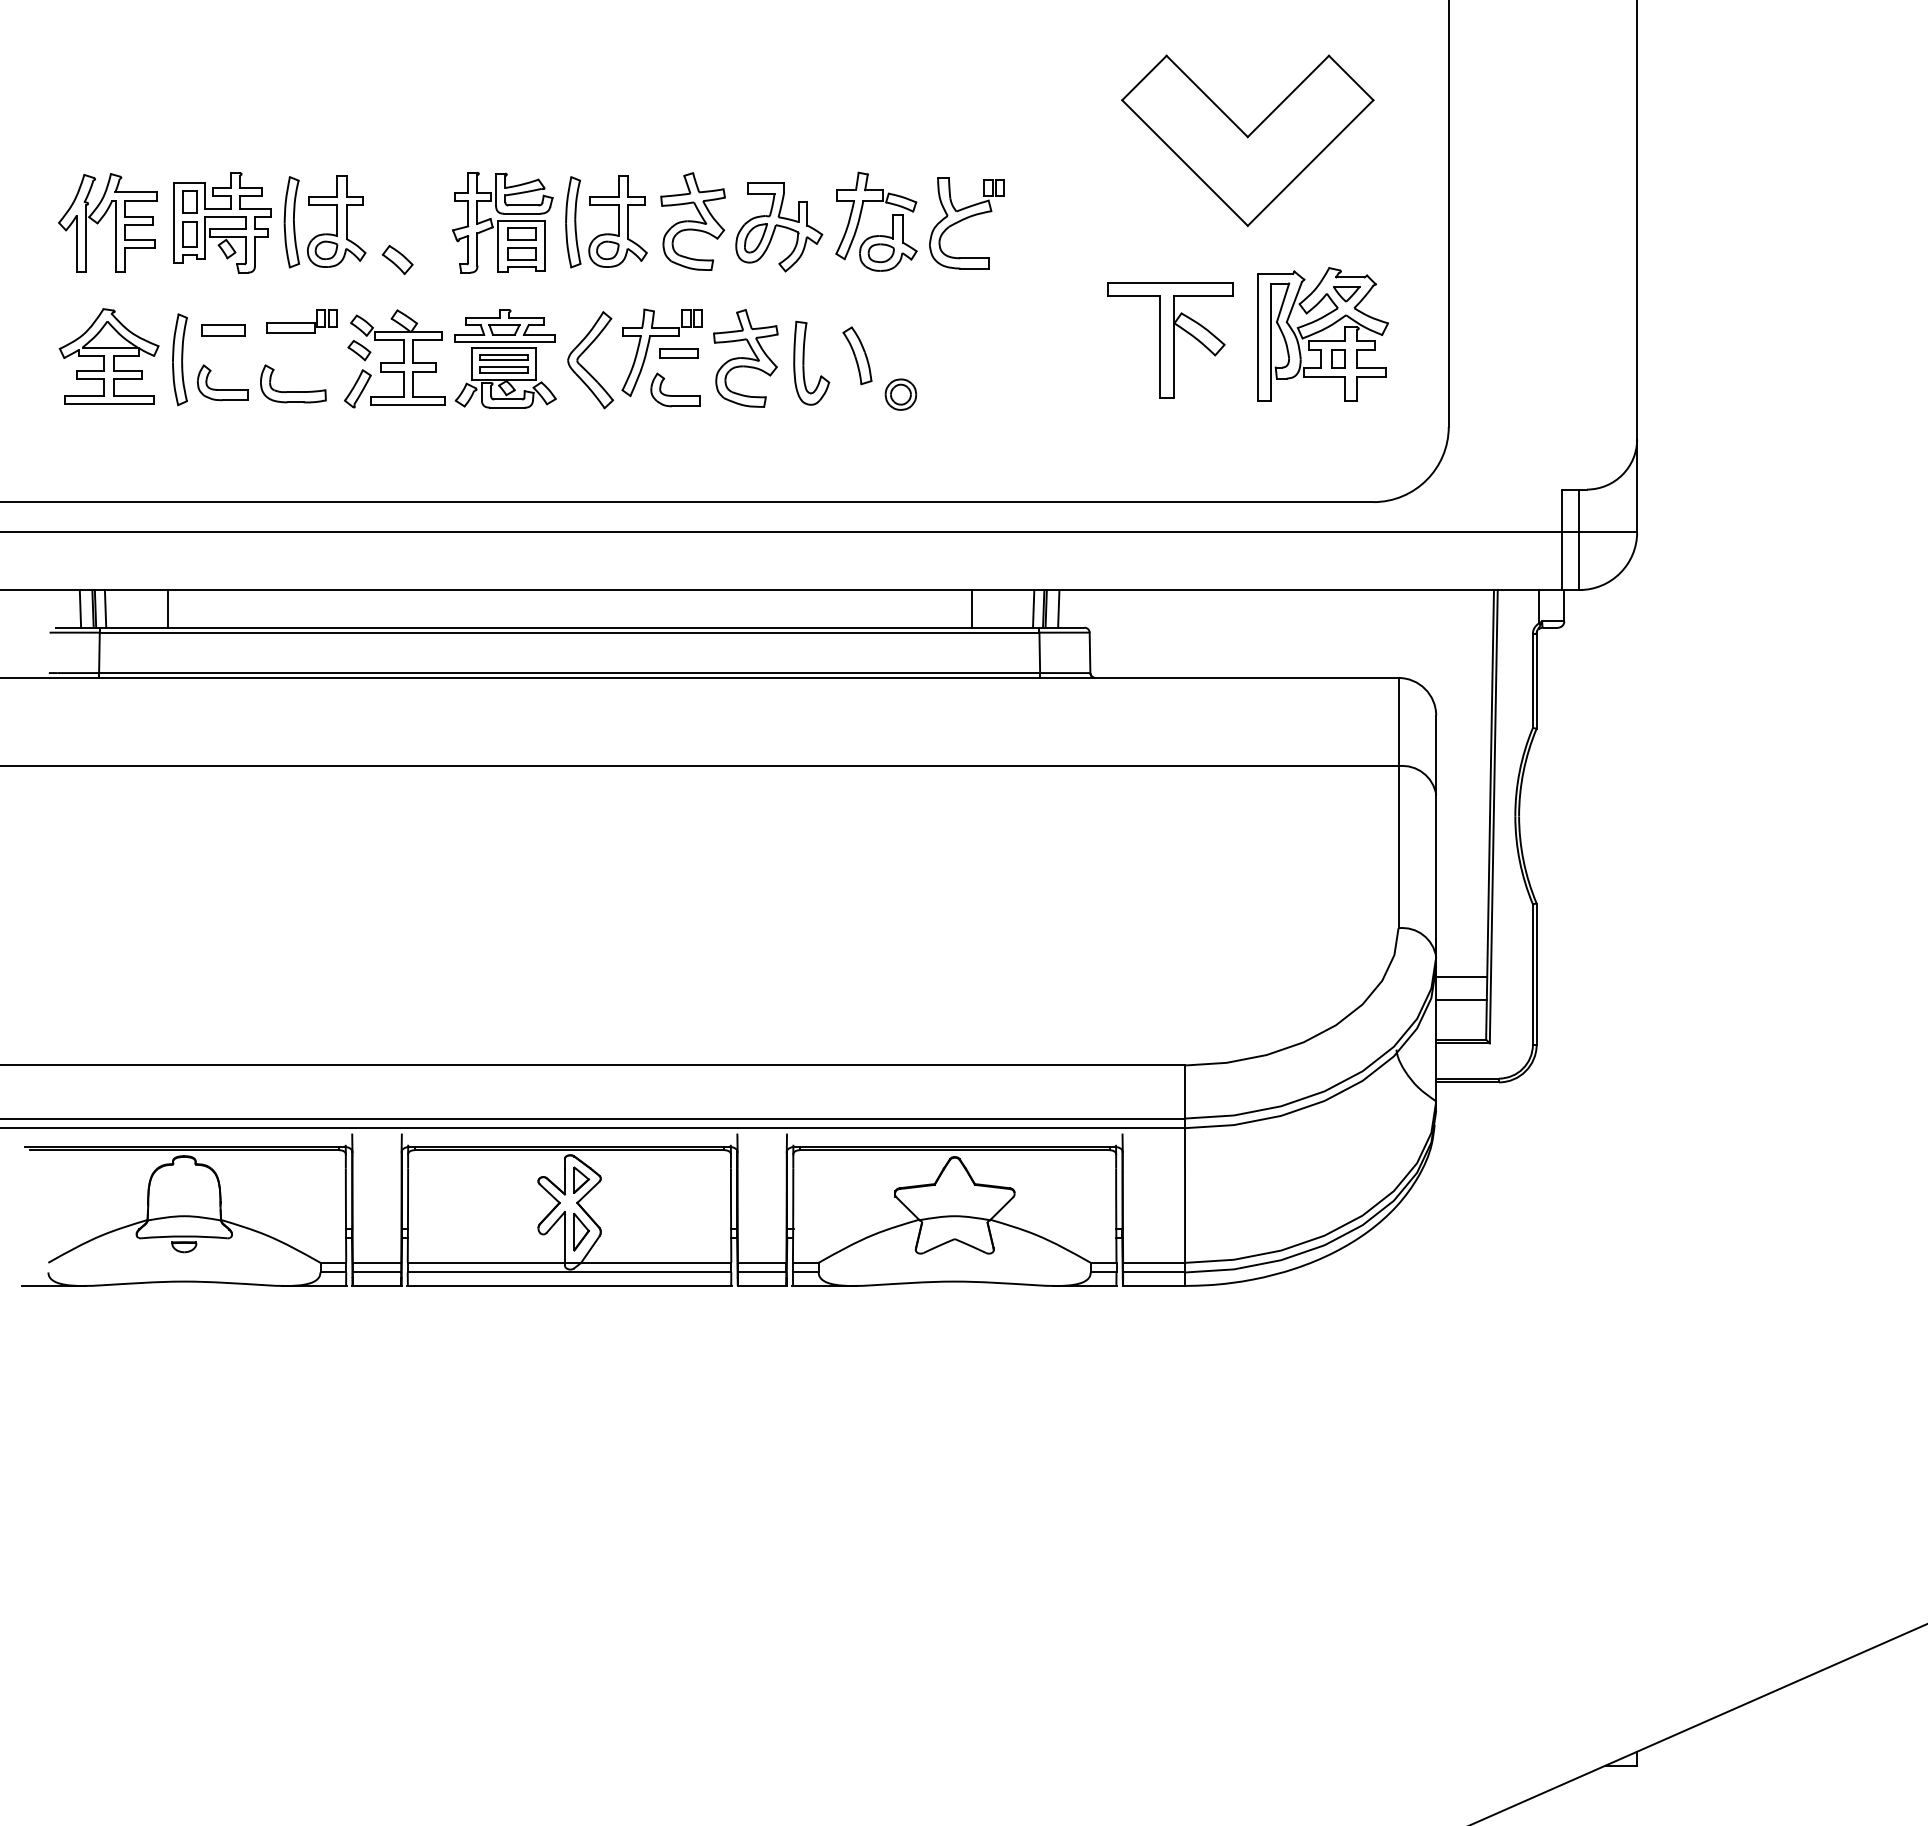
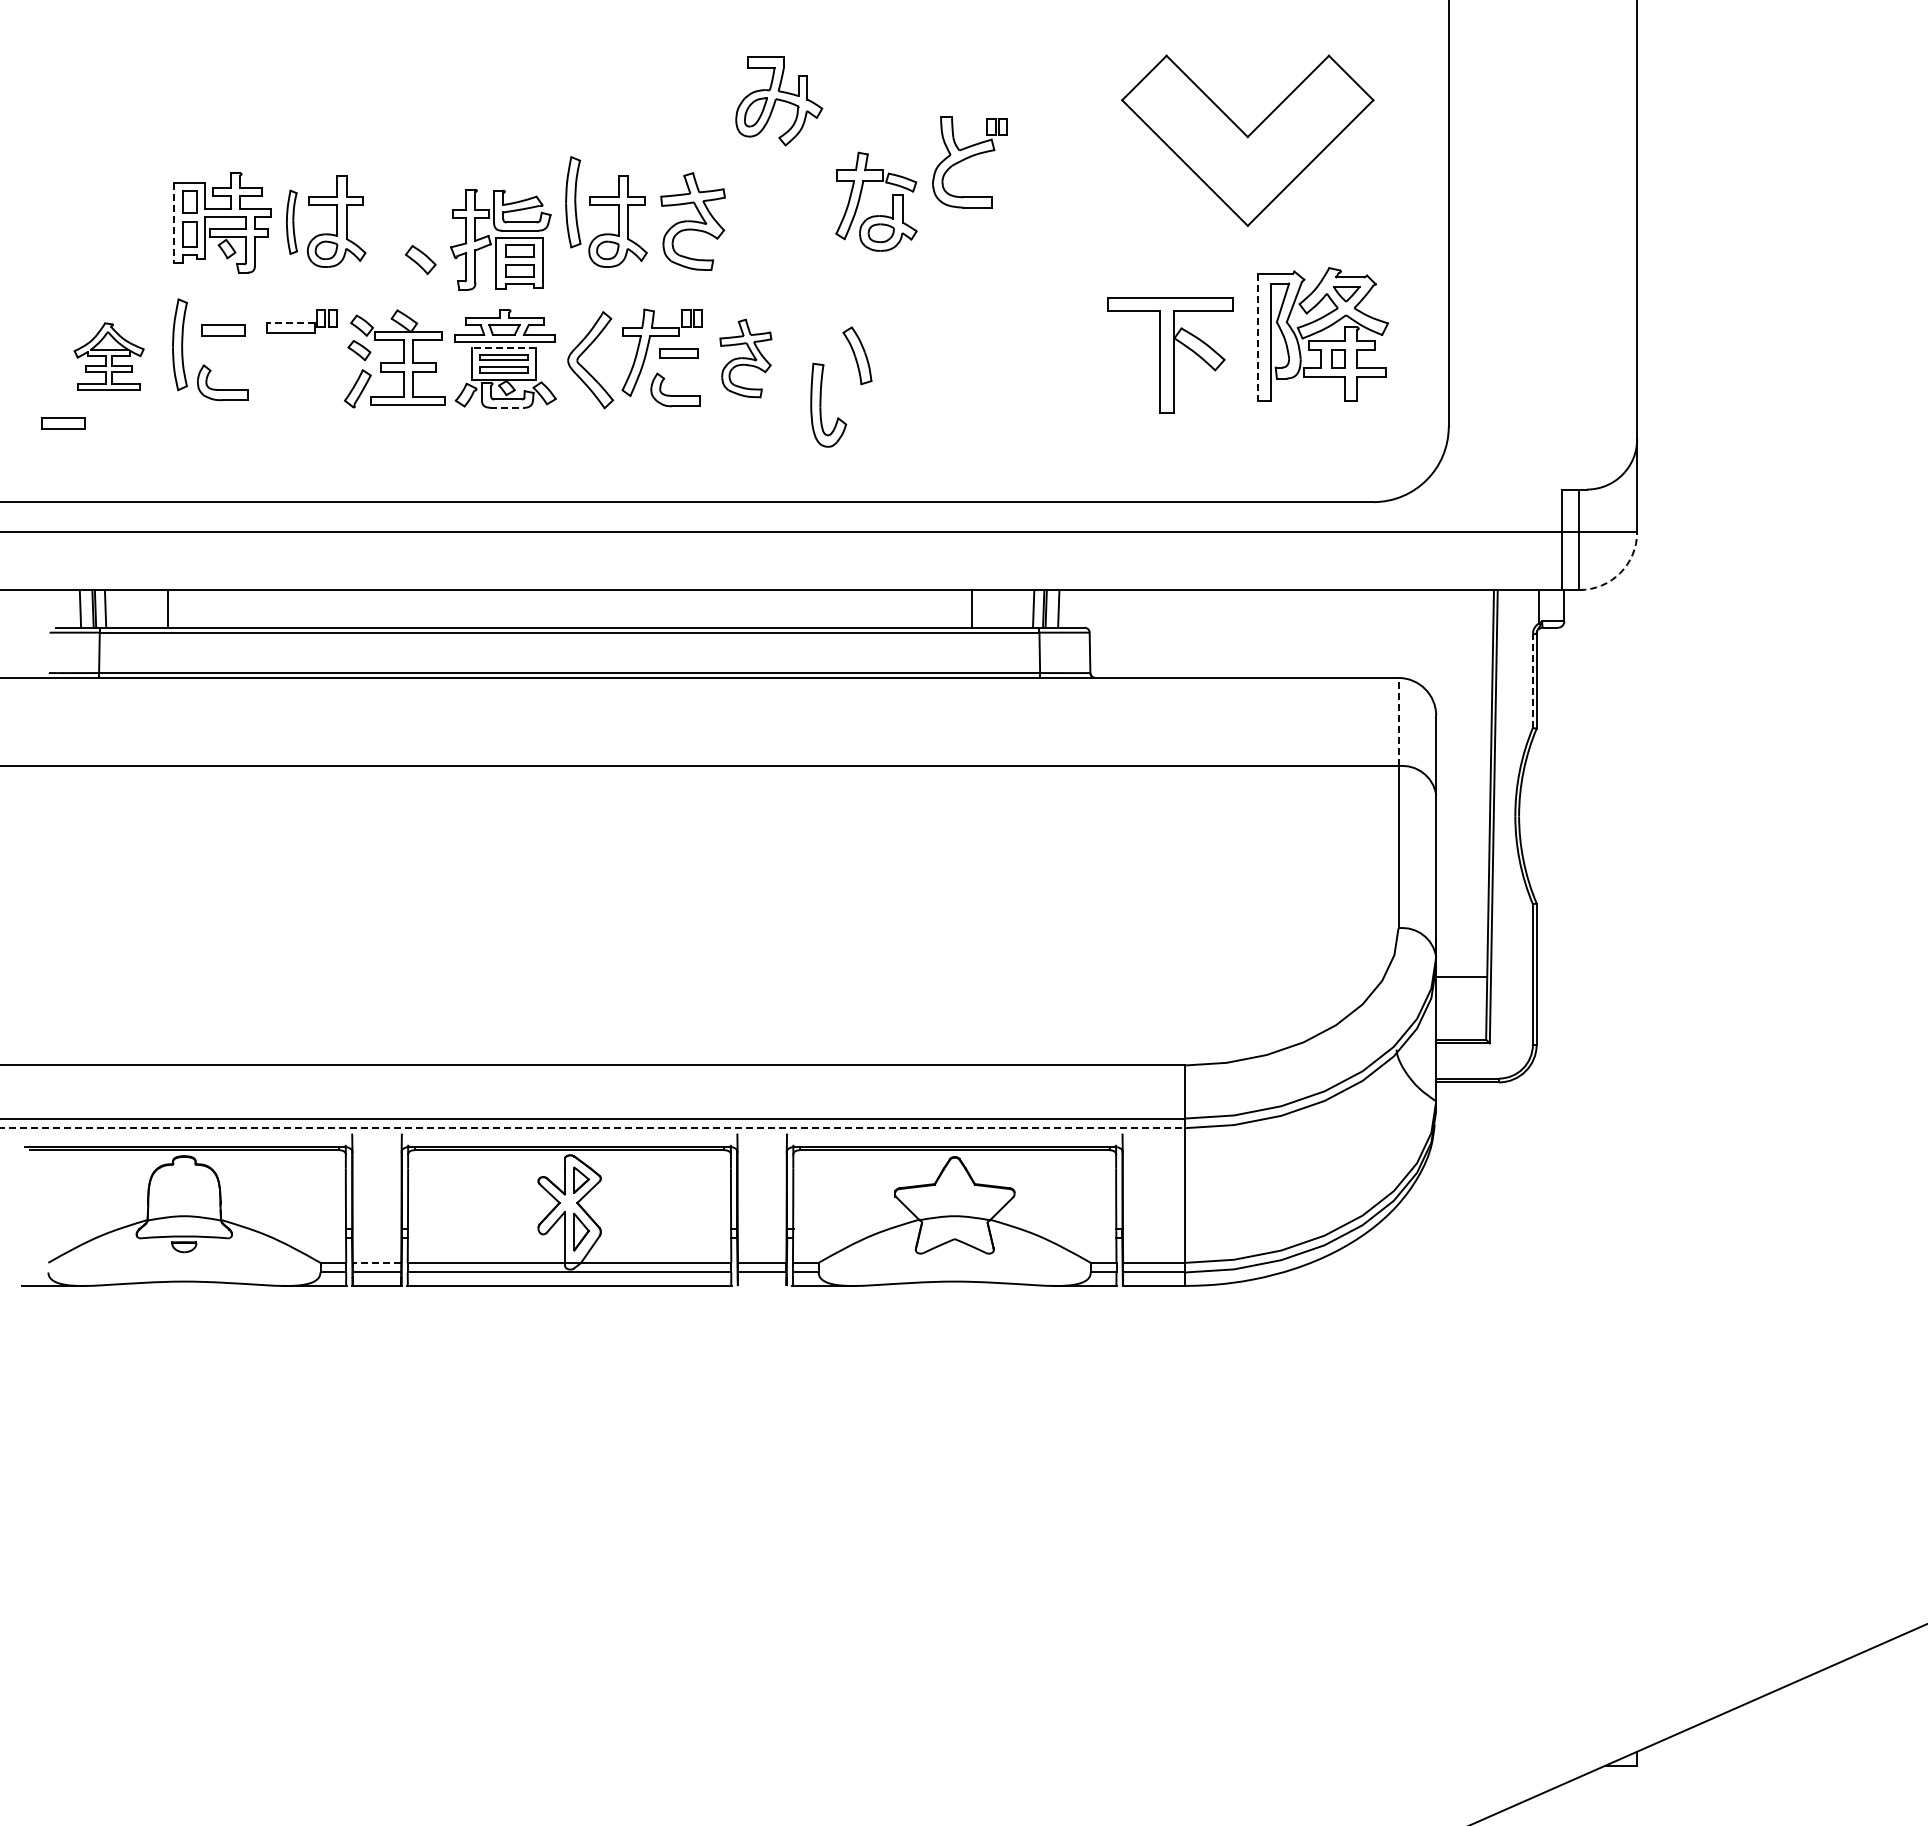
part at (101, 220): present -> none
part at (291, 222) size: 18x93 px -> 12x66 px
part at (502, 222) position: (502, 222) -> (500, 239)
part at (573, 222) position: (573, 222) -> (573, 202)
line at (174, 223): solid -> dashed
part at (966, 223) position: (966, 223) -> (969, 162)
part at (779, 227) position: (779, 227) -> (779, 101)
part at (876, 235) position: (876, 235) -> (876, 215)
part at (397, 259) position: (397, 259) -> (420, 259)
line at (290, 323): solid -> dashed
line at (1258, 337): solid -> dashed
part at (1170, 340) position: (1170, 340) -> (1170, 355)
line at (503, 347): solid -> dashed
part at (108, 356) size: 102x97 px -> 72x69 px
part at (745, 358) size: 66x99 px -> 54x81 px
part at (179, 359) position: (179, 359) -> (179, 344)
part at (804, 362) position: (804, 362) -> (821, 404)
part at (293, 391): present -> none
part at (900, 394): present -> none
line at (508, 407): solid -> dashed
part at (63, 423): none -> present
arc at (1620, 573): solid -> dashed
line at (1532, 680): solid -> dashed
line at (1398, 721): solid -> dashed
line at (1461, 1000): present -> none
line at (593, 1128): solid -> dashed
line at (376, 1262): solid -> dashed
line at (761, 1285): present -> none
